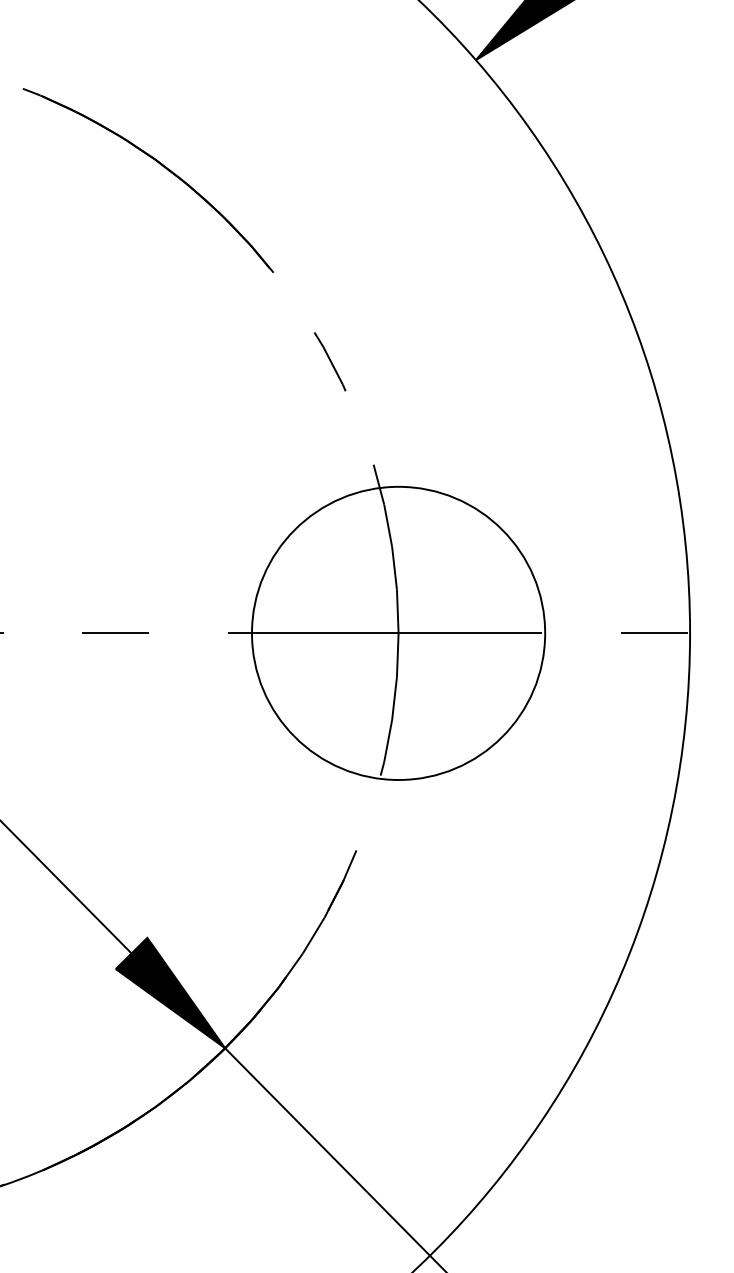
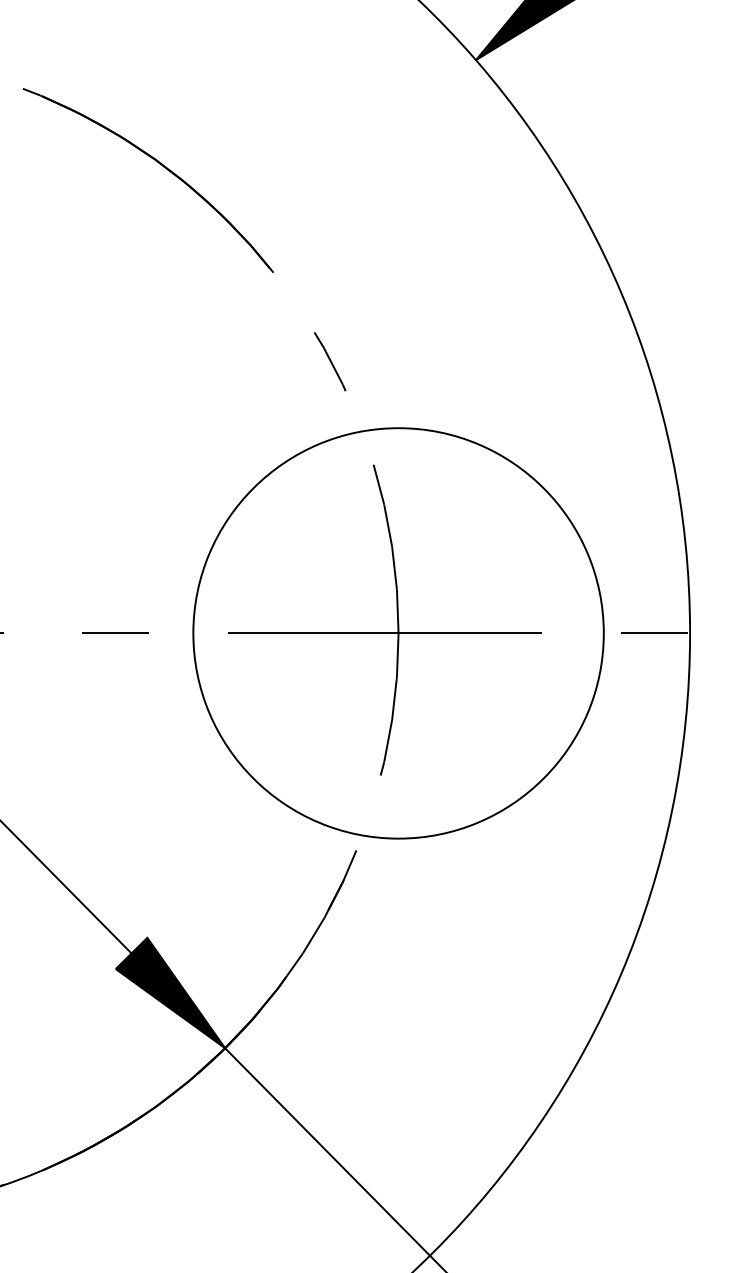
circle at (398, 633) diameter: 293 px -> 410 px
